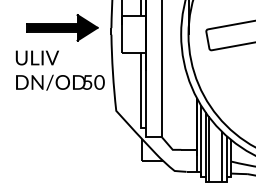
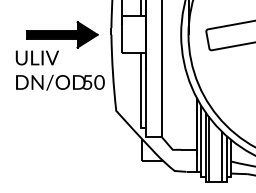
part at (62, 27) position: (62, 27) -> (62, 34)
